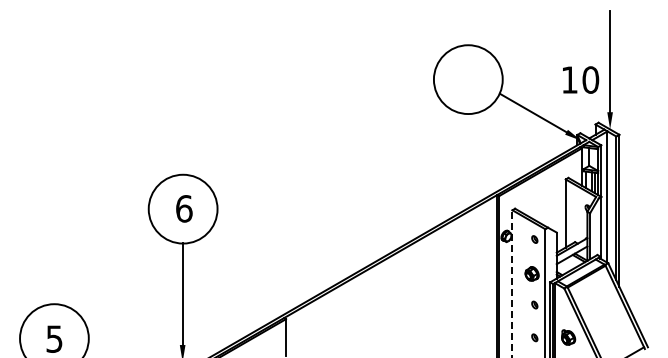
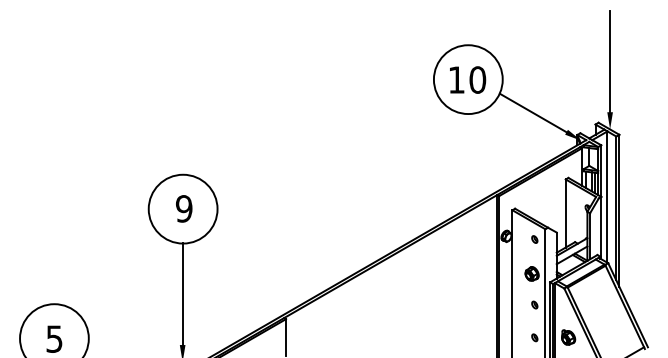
text at (581, 79) position: (581, 79) -> (468, 79)
text at (184, 208): 6 -> 9
line at (512, 283): dashed -> solid
